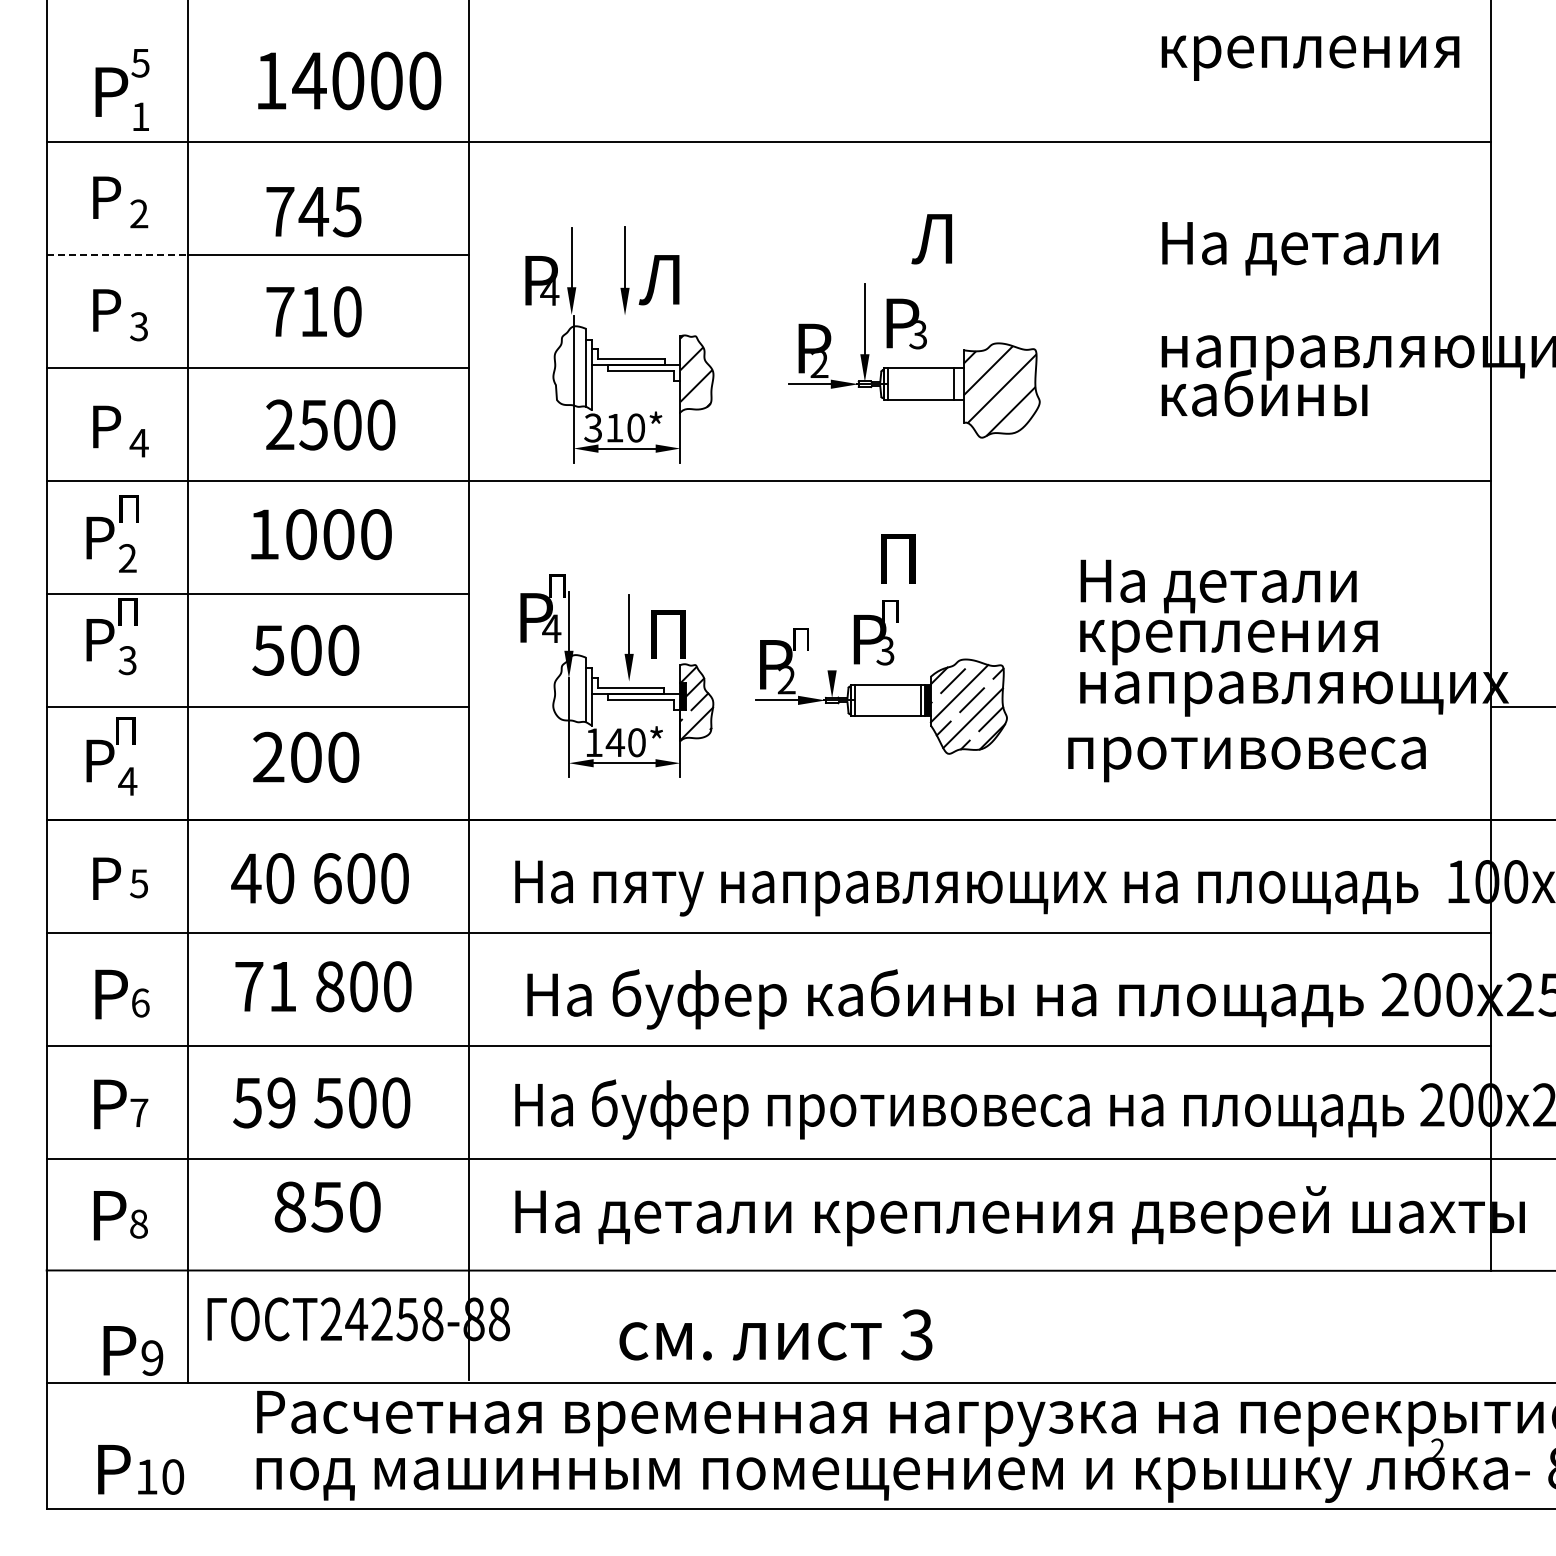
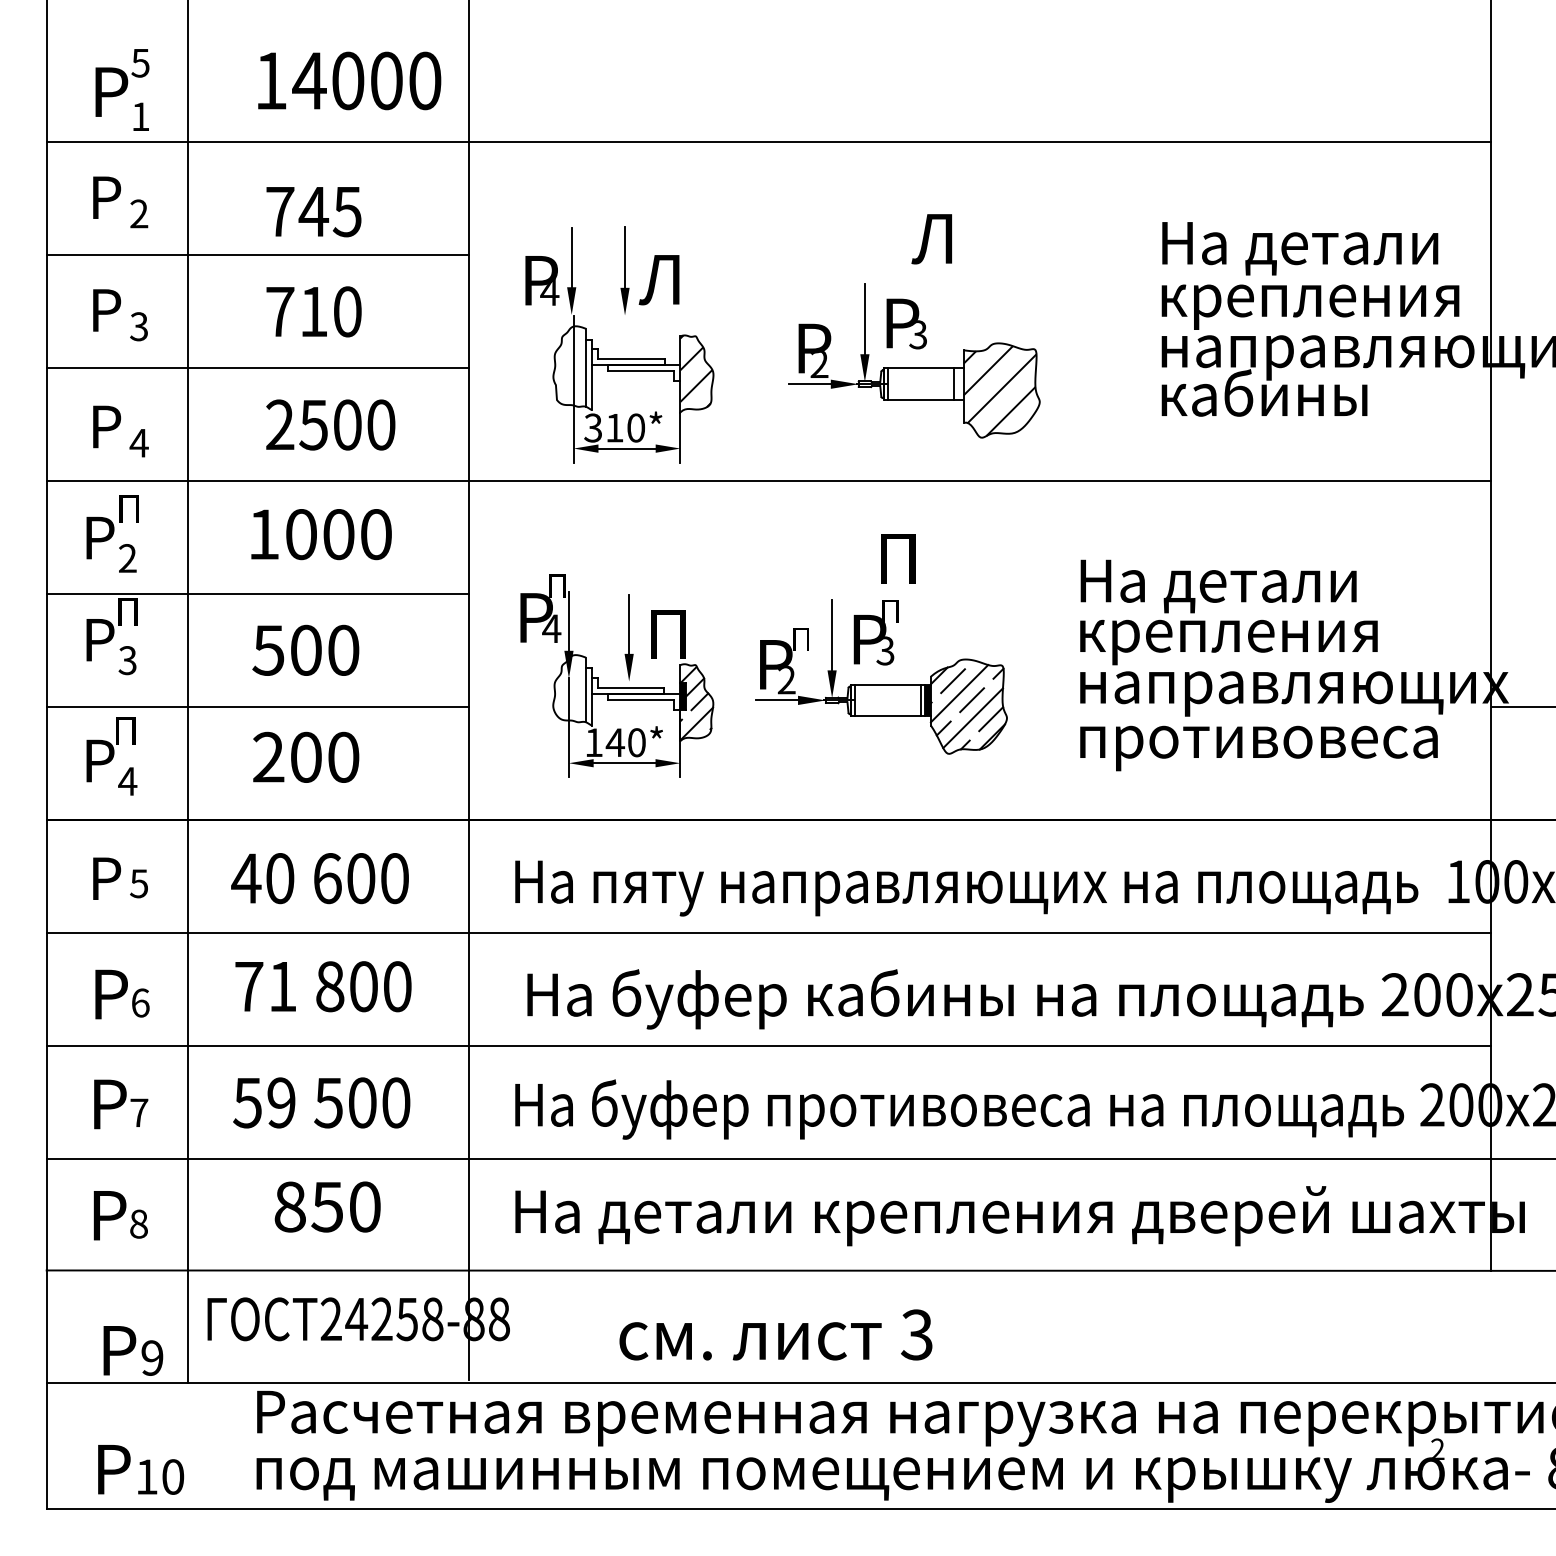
text at (1310, 57) position: (1310, 57) -> (1310, 306)
line at (117, 255): dashed -> solid
line at (832, 635): none -> present
text at (1246, 759) position: (1246, 759) -> (1258, 748)
